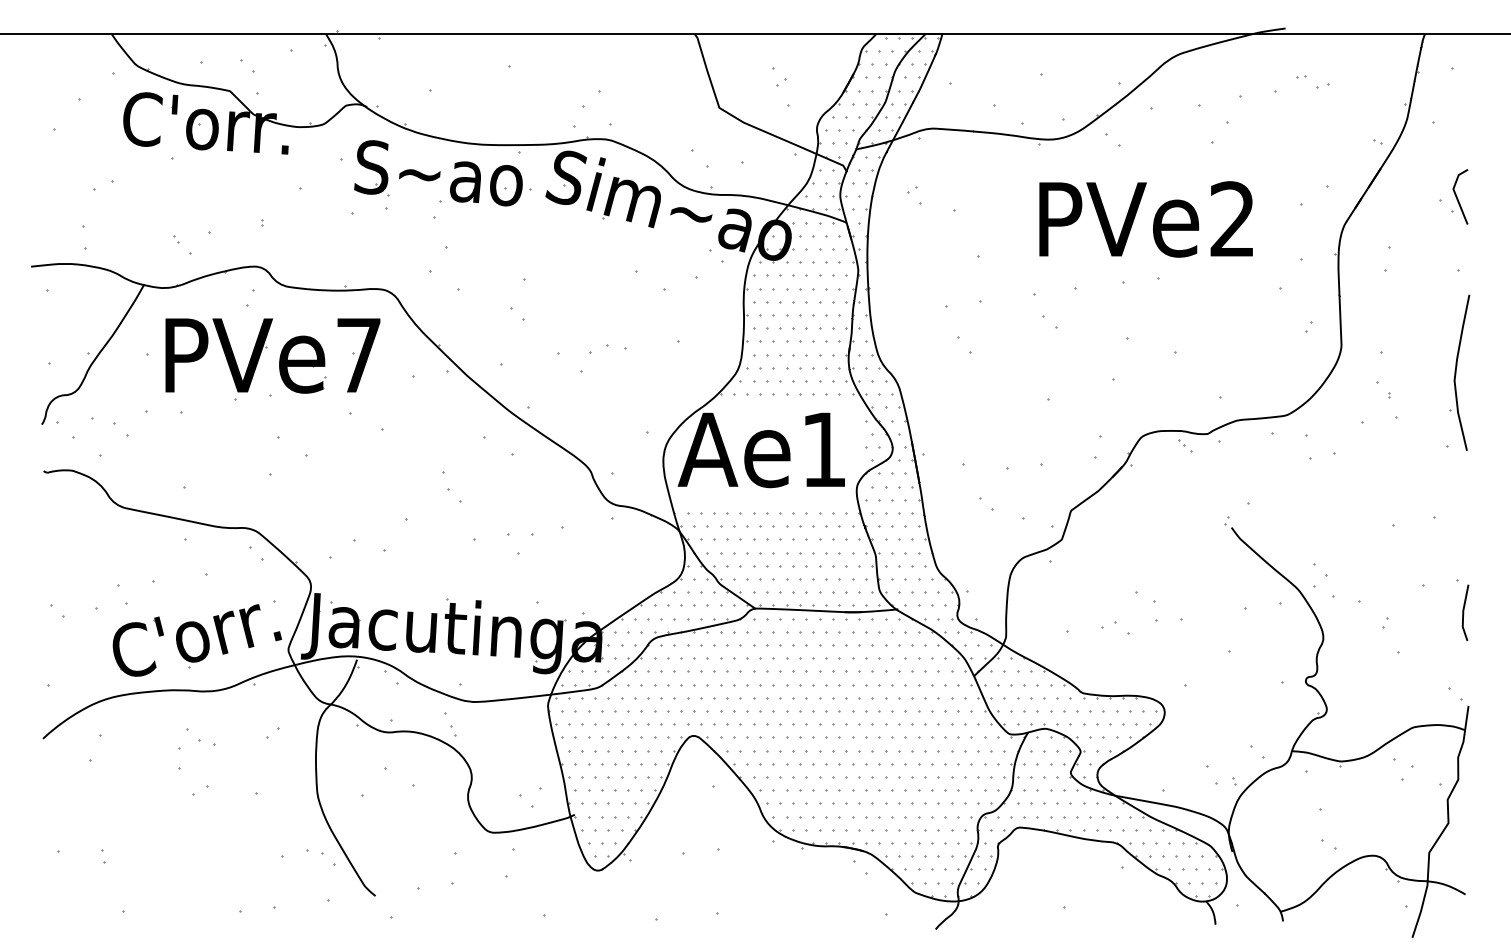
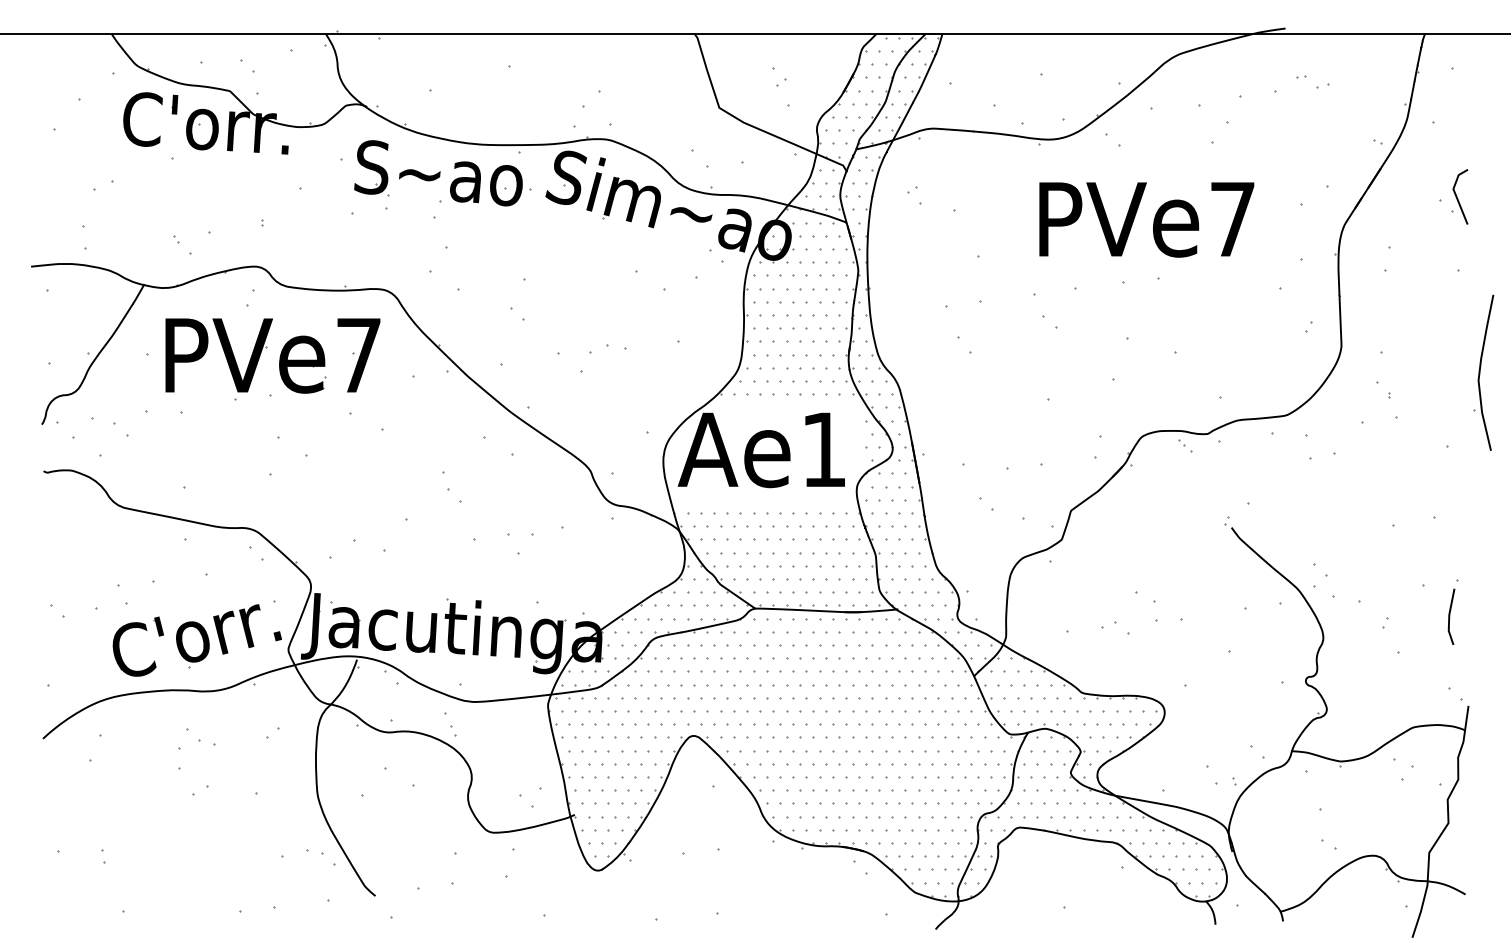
text at (1232, 218): PVe2 -> PVe7
part at (1459, 372) position: (1459, 372) -> (1483, 372)
line at (1464, 612) position: (1464, 612) -> (1450, 616)
